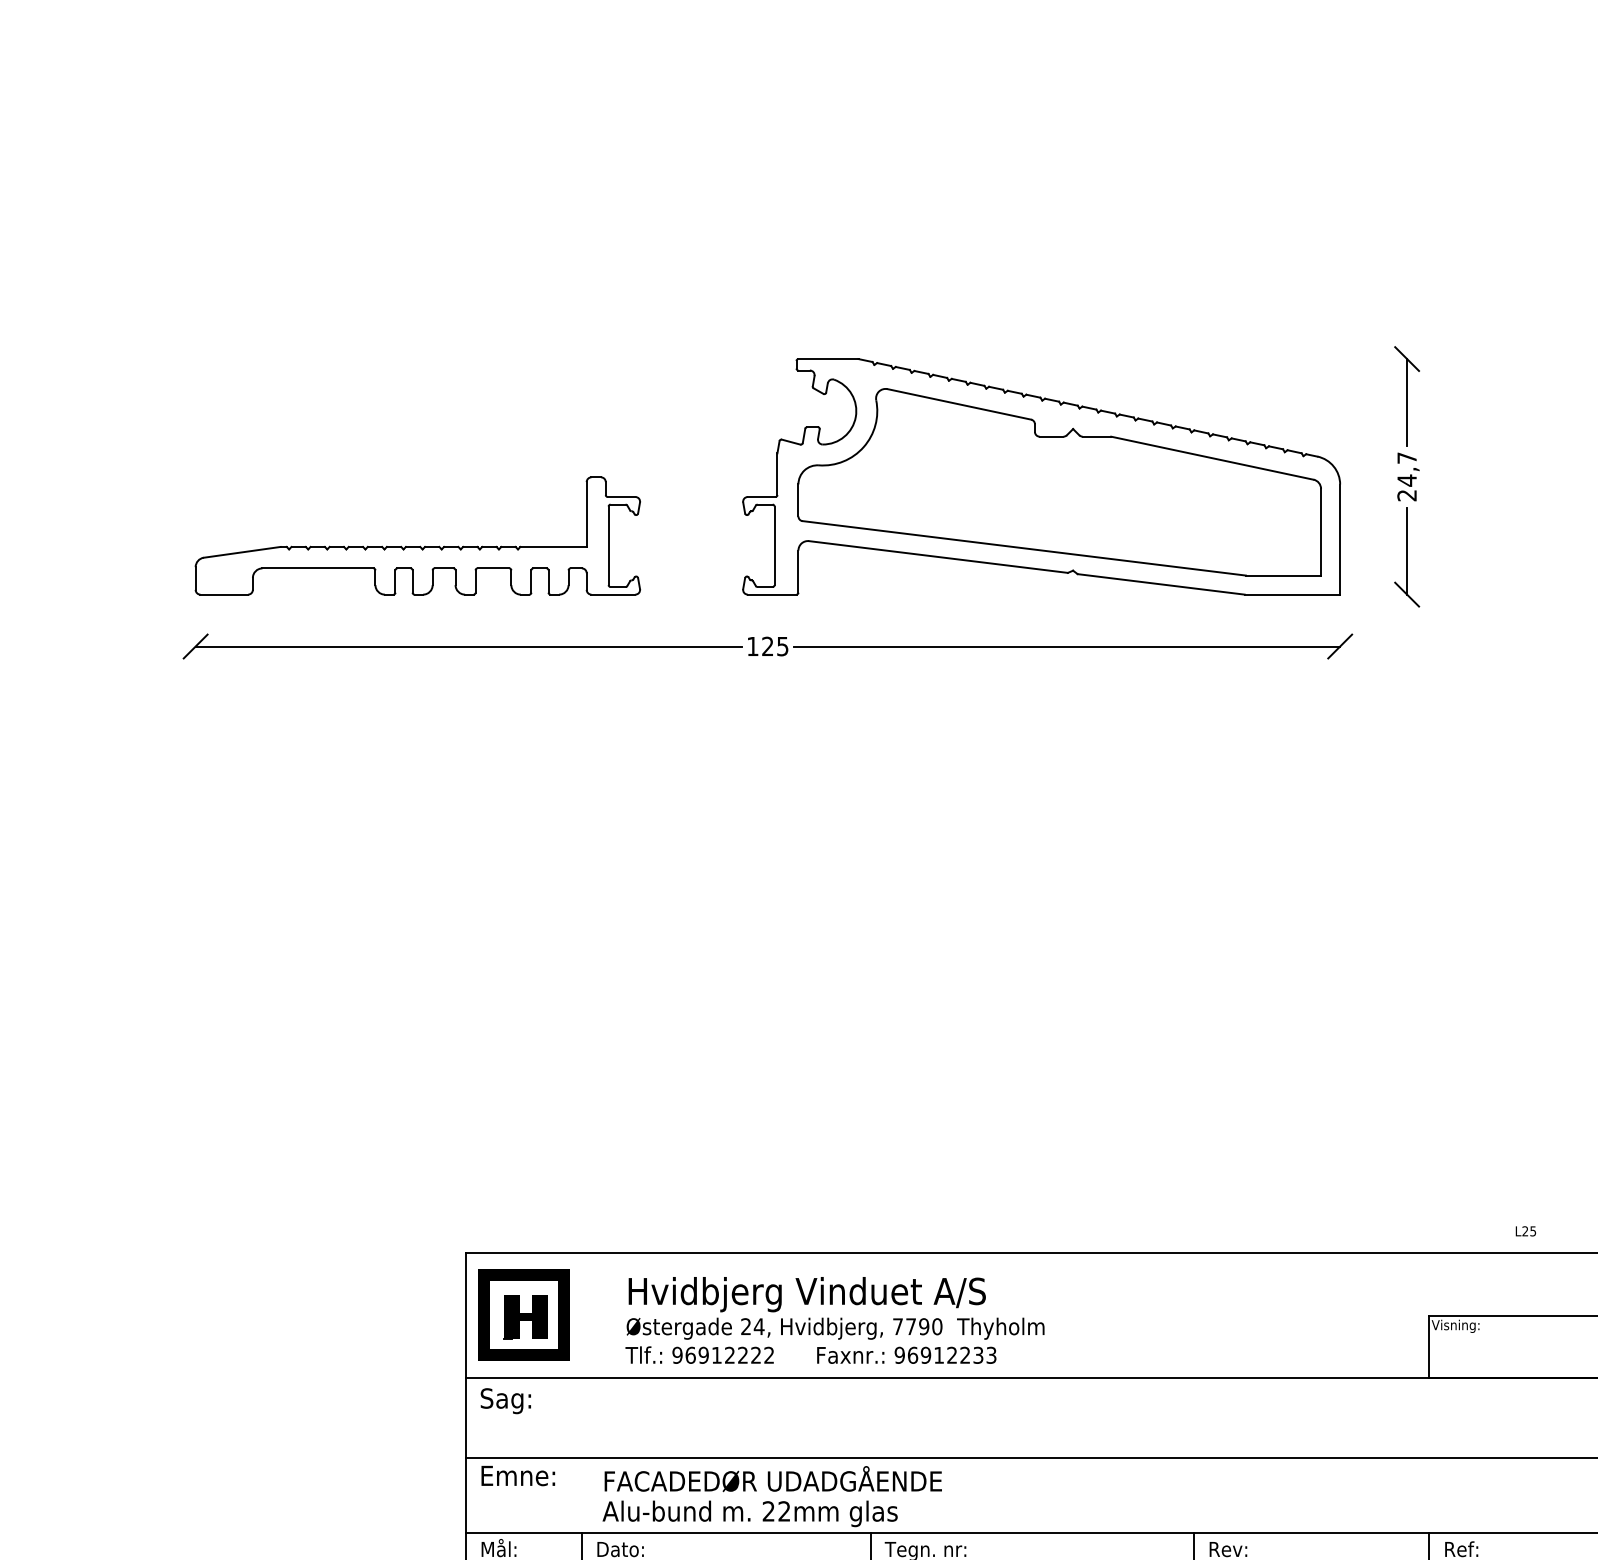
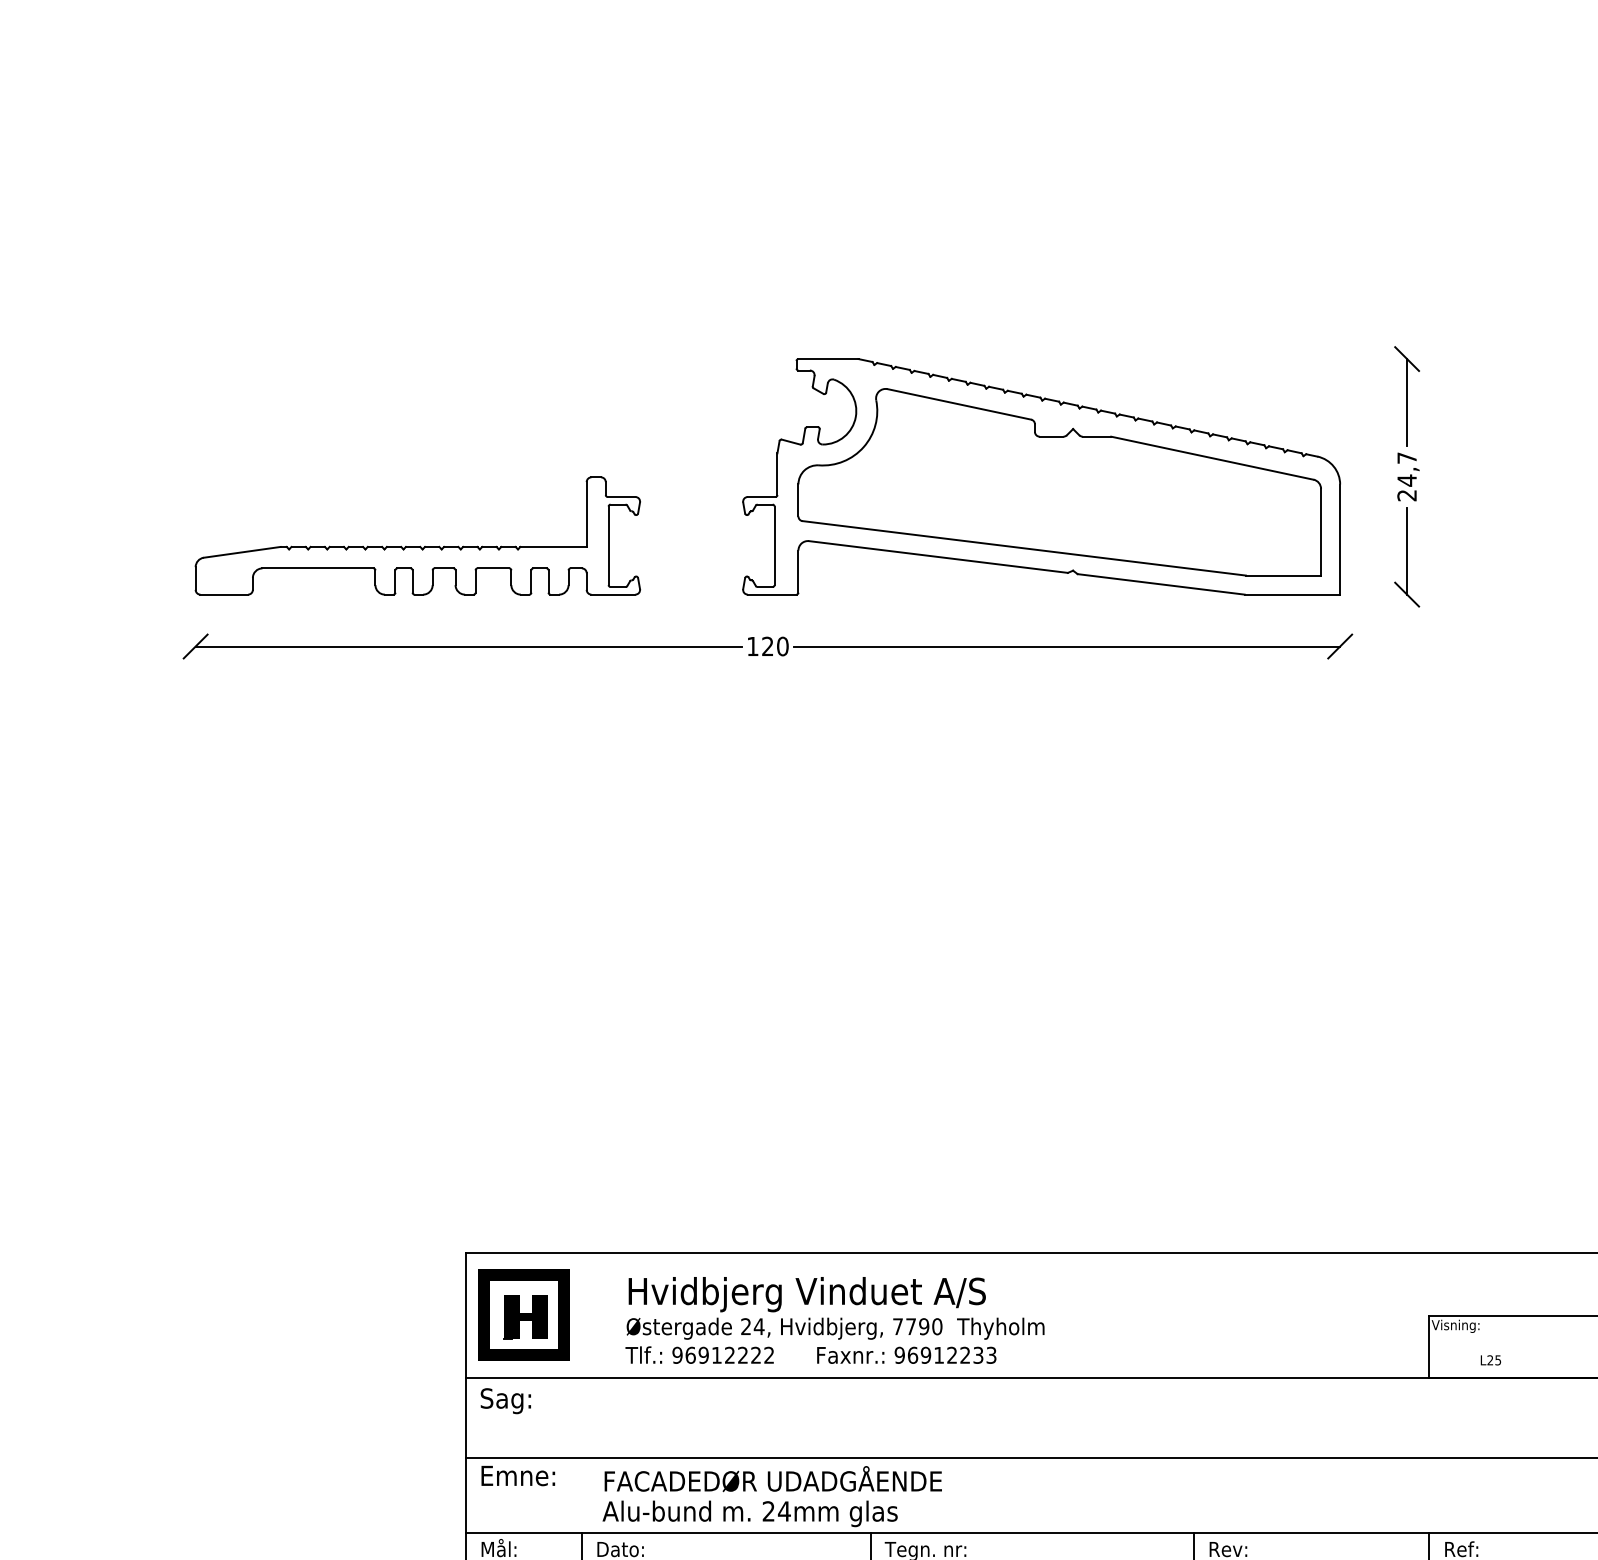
text at (782, 646): 125 -> 120
text at (1525, 1231) position: (1525, 1231) -> (1490, 1360)
text at (784, 1511): 22mm -> 24mm
